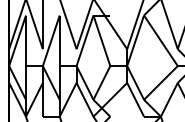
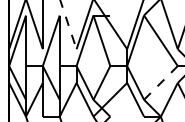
line at (68, 24): solid -> dashed
line at (160, 82): solid -> dashed
